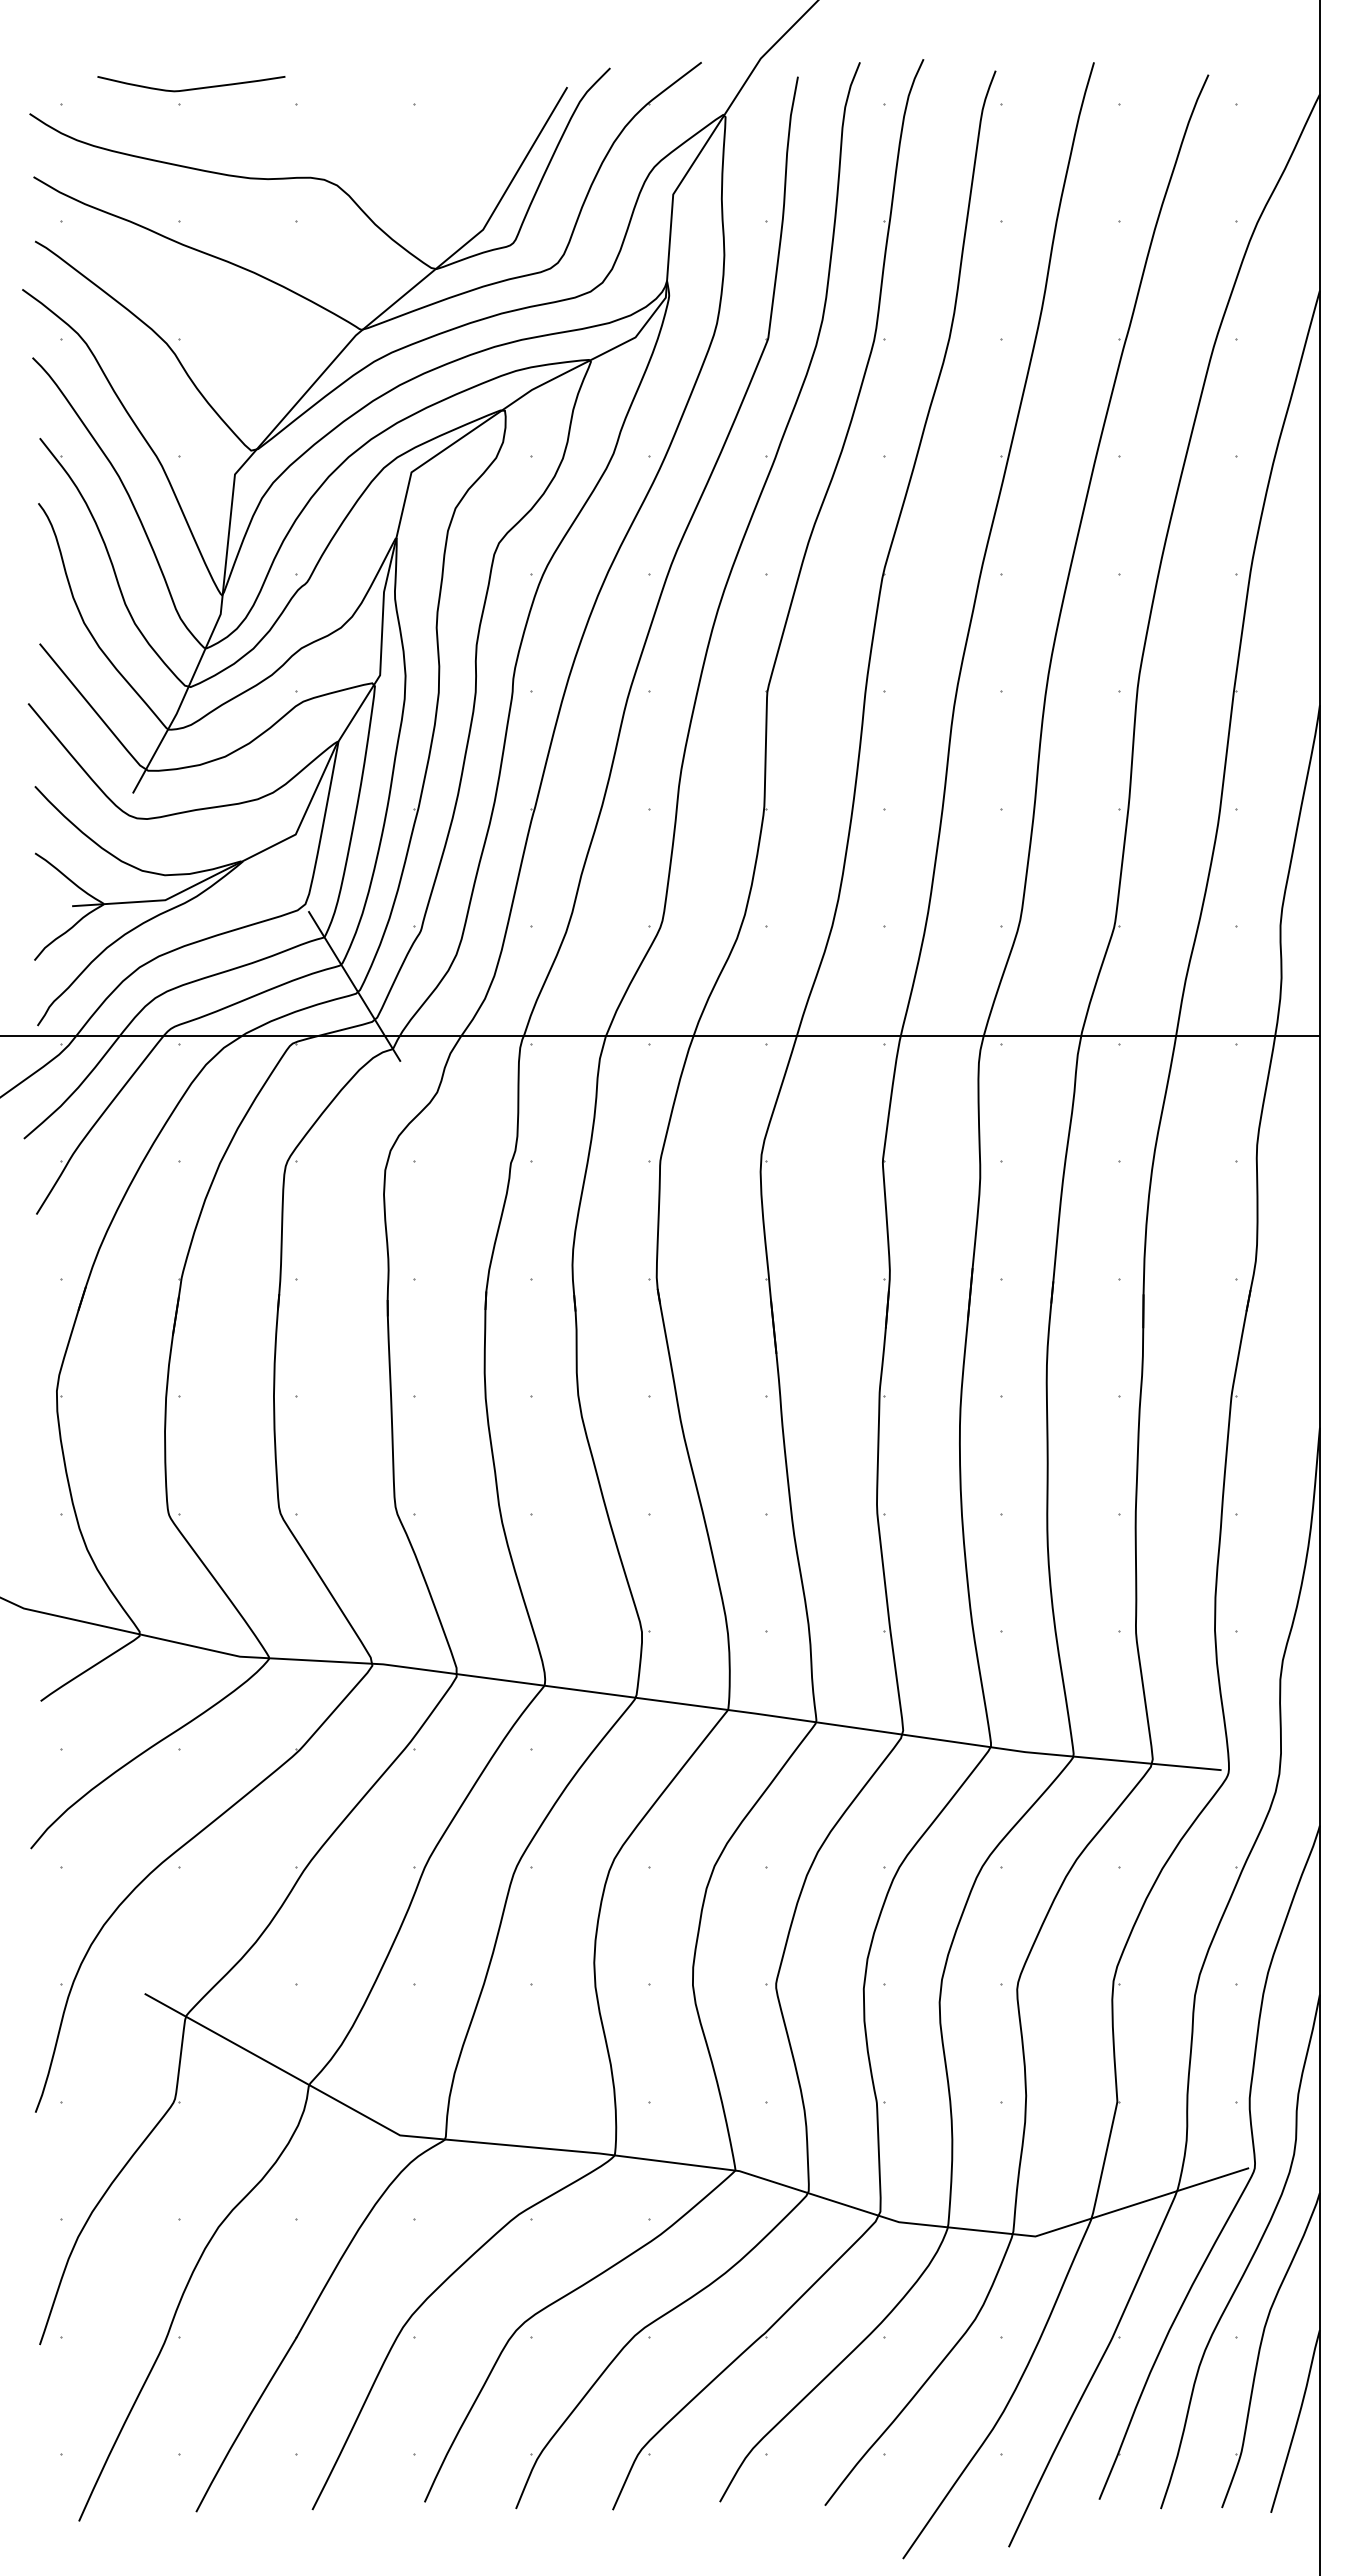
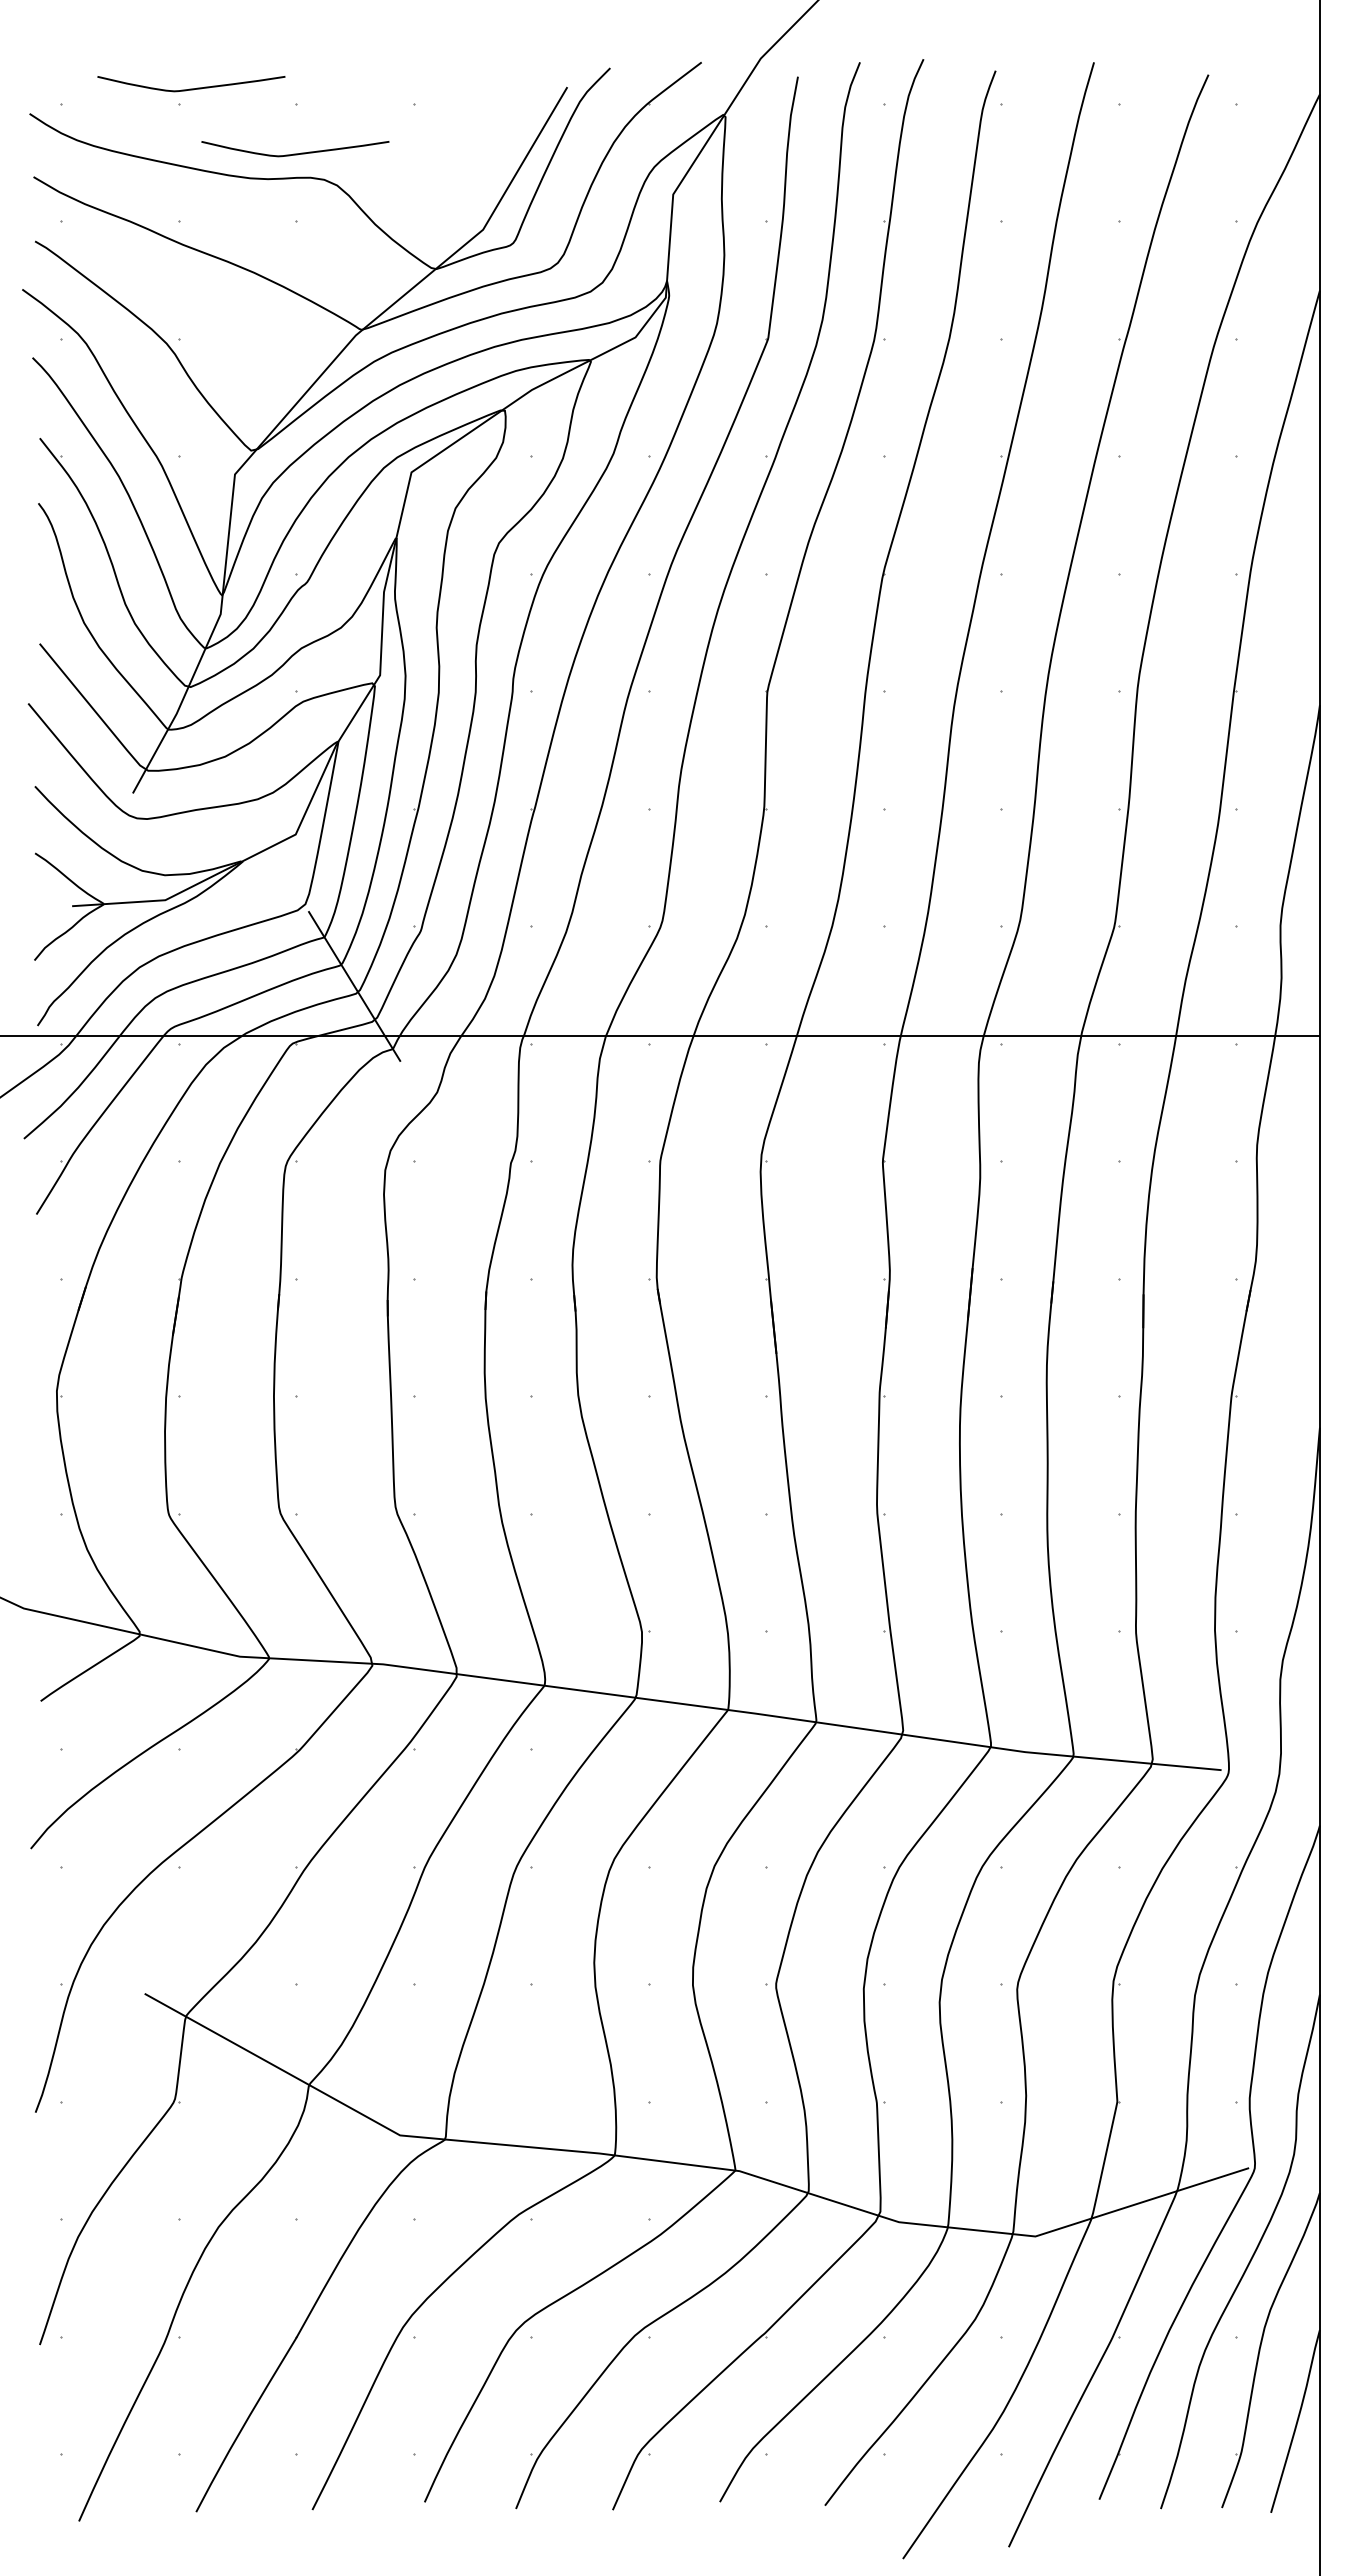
curve at (295, 153): none -> present
